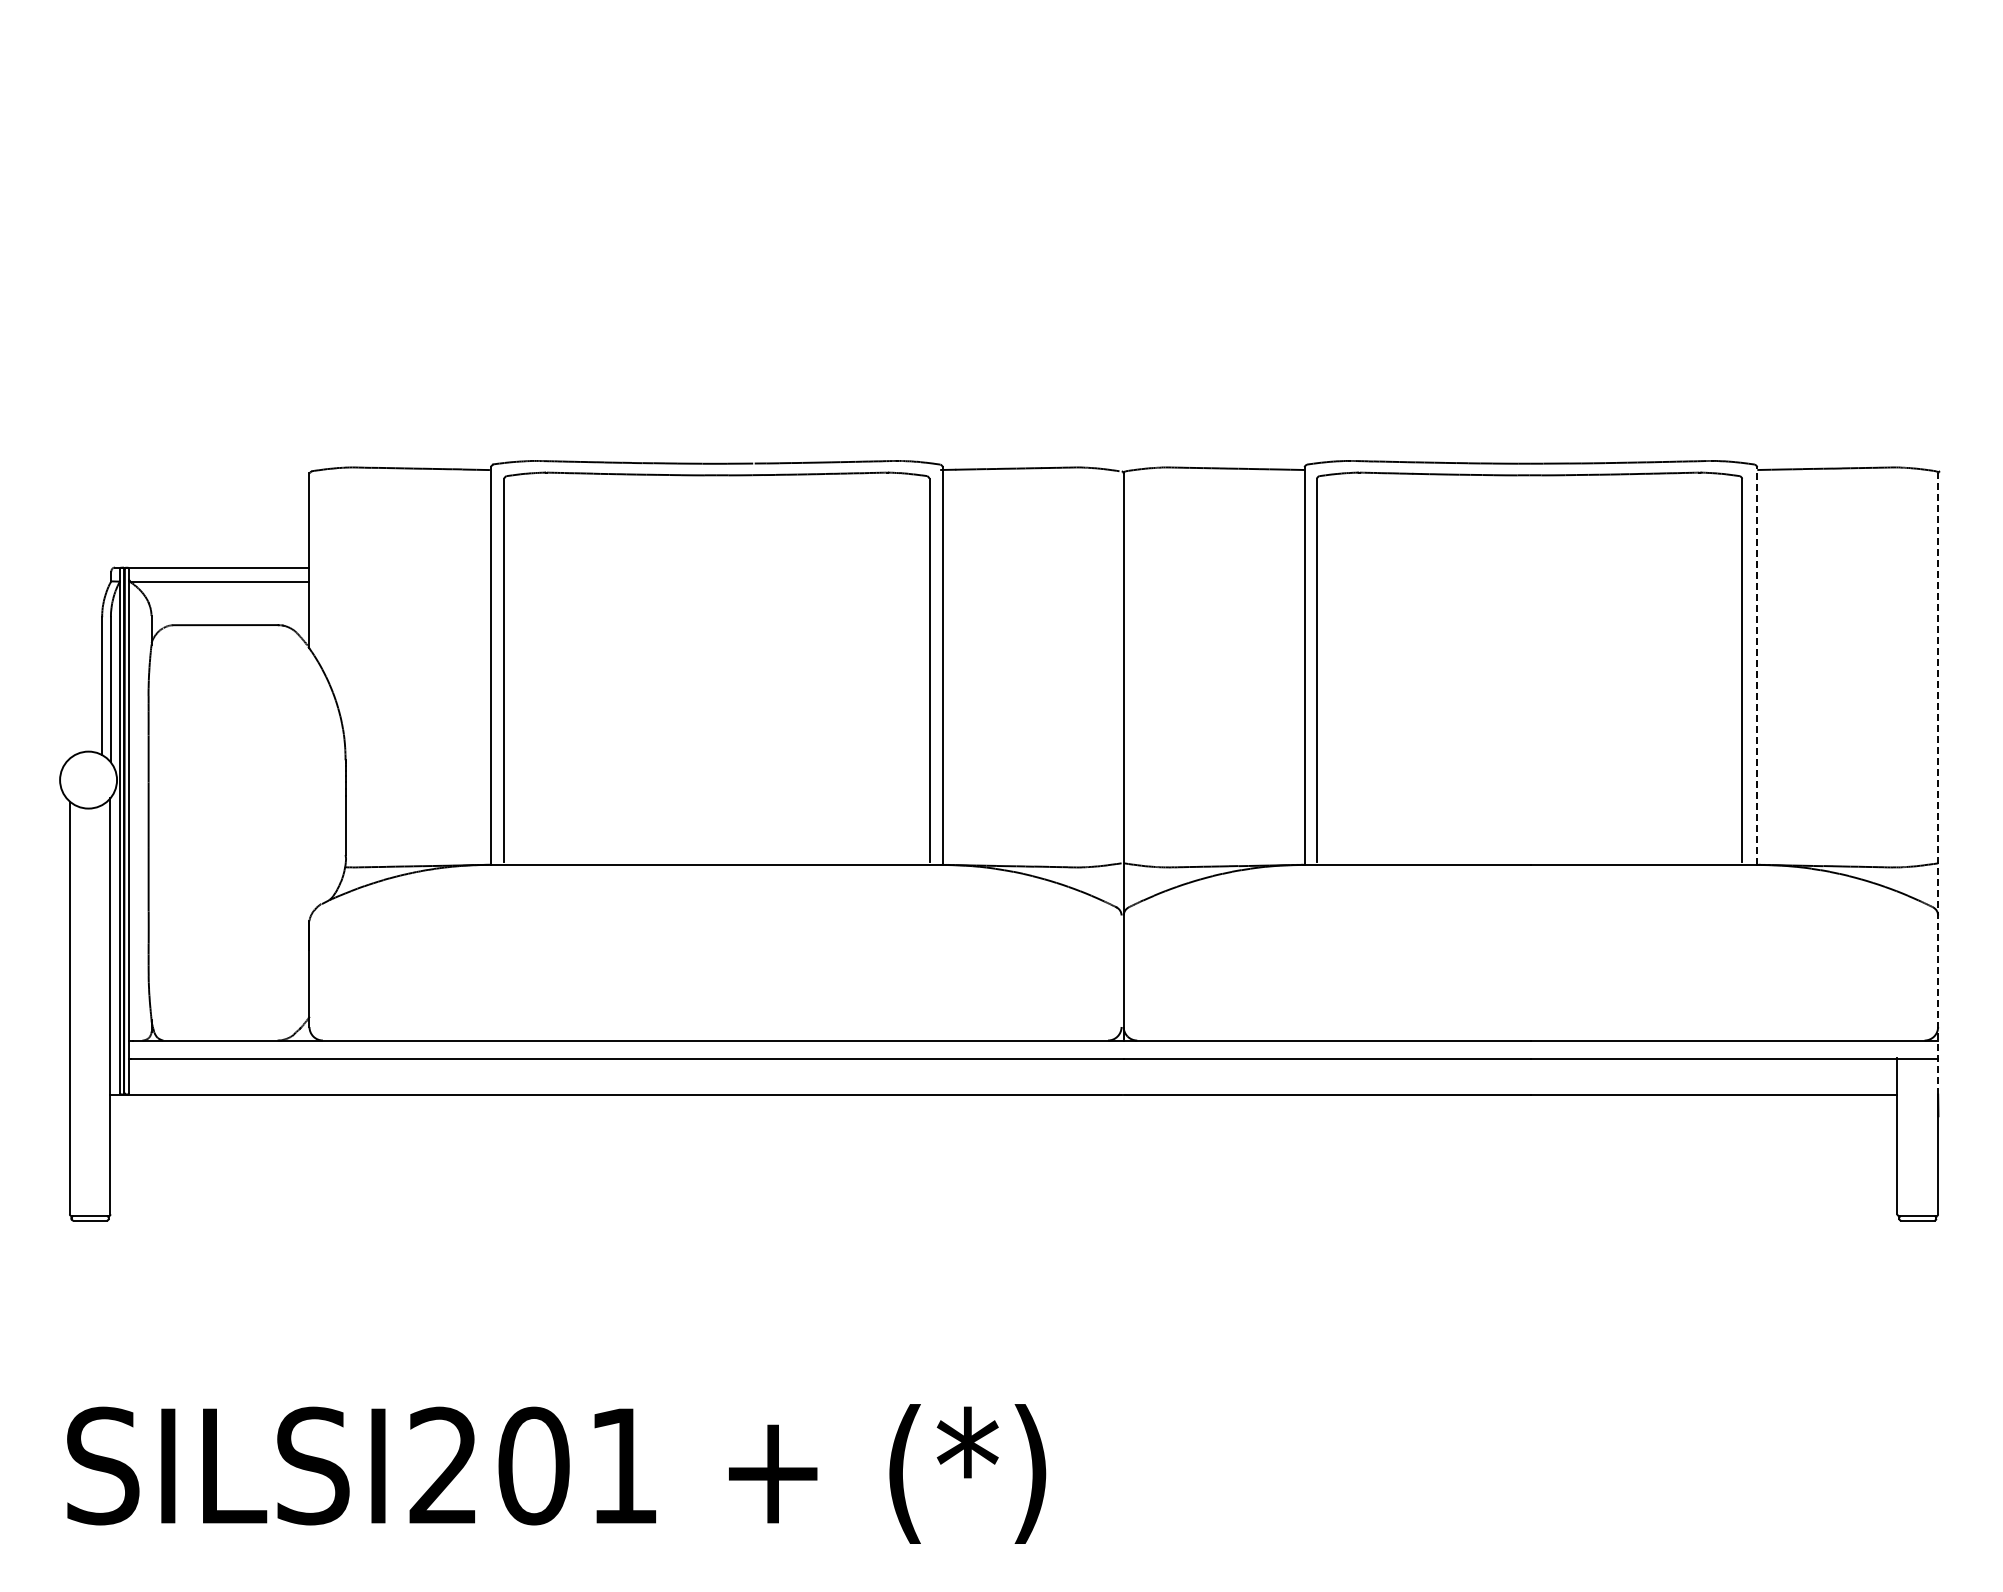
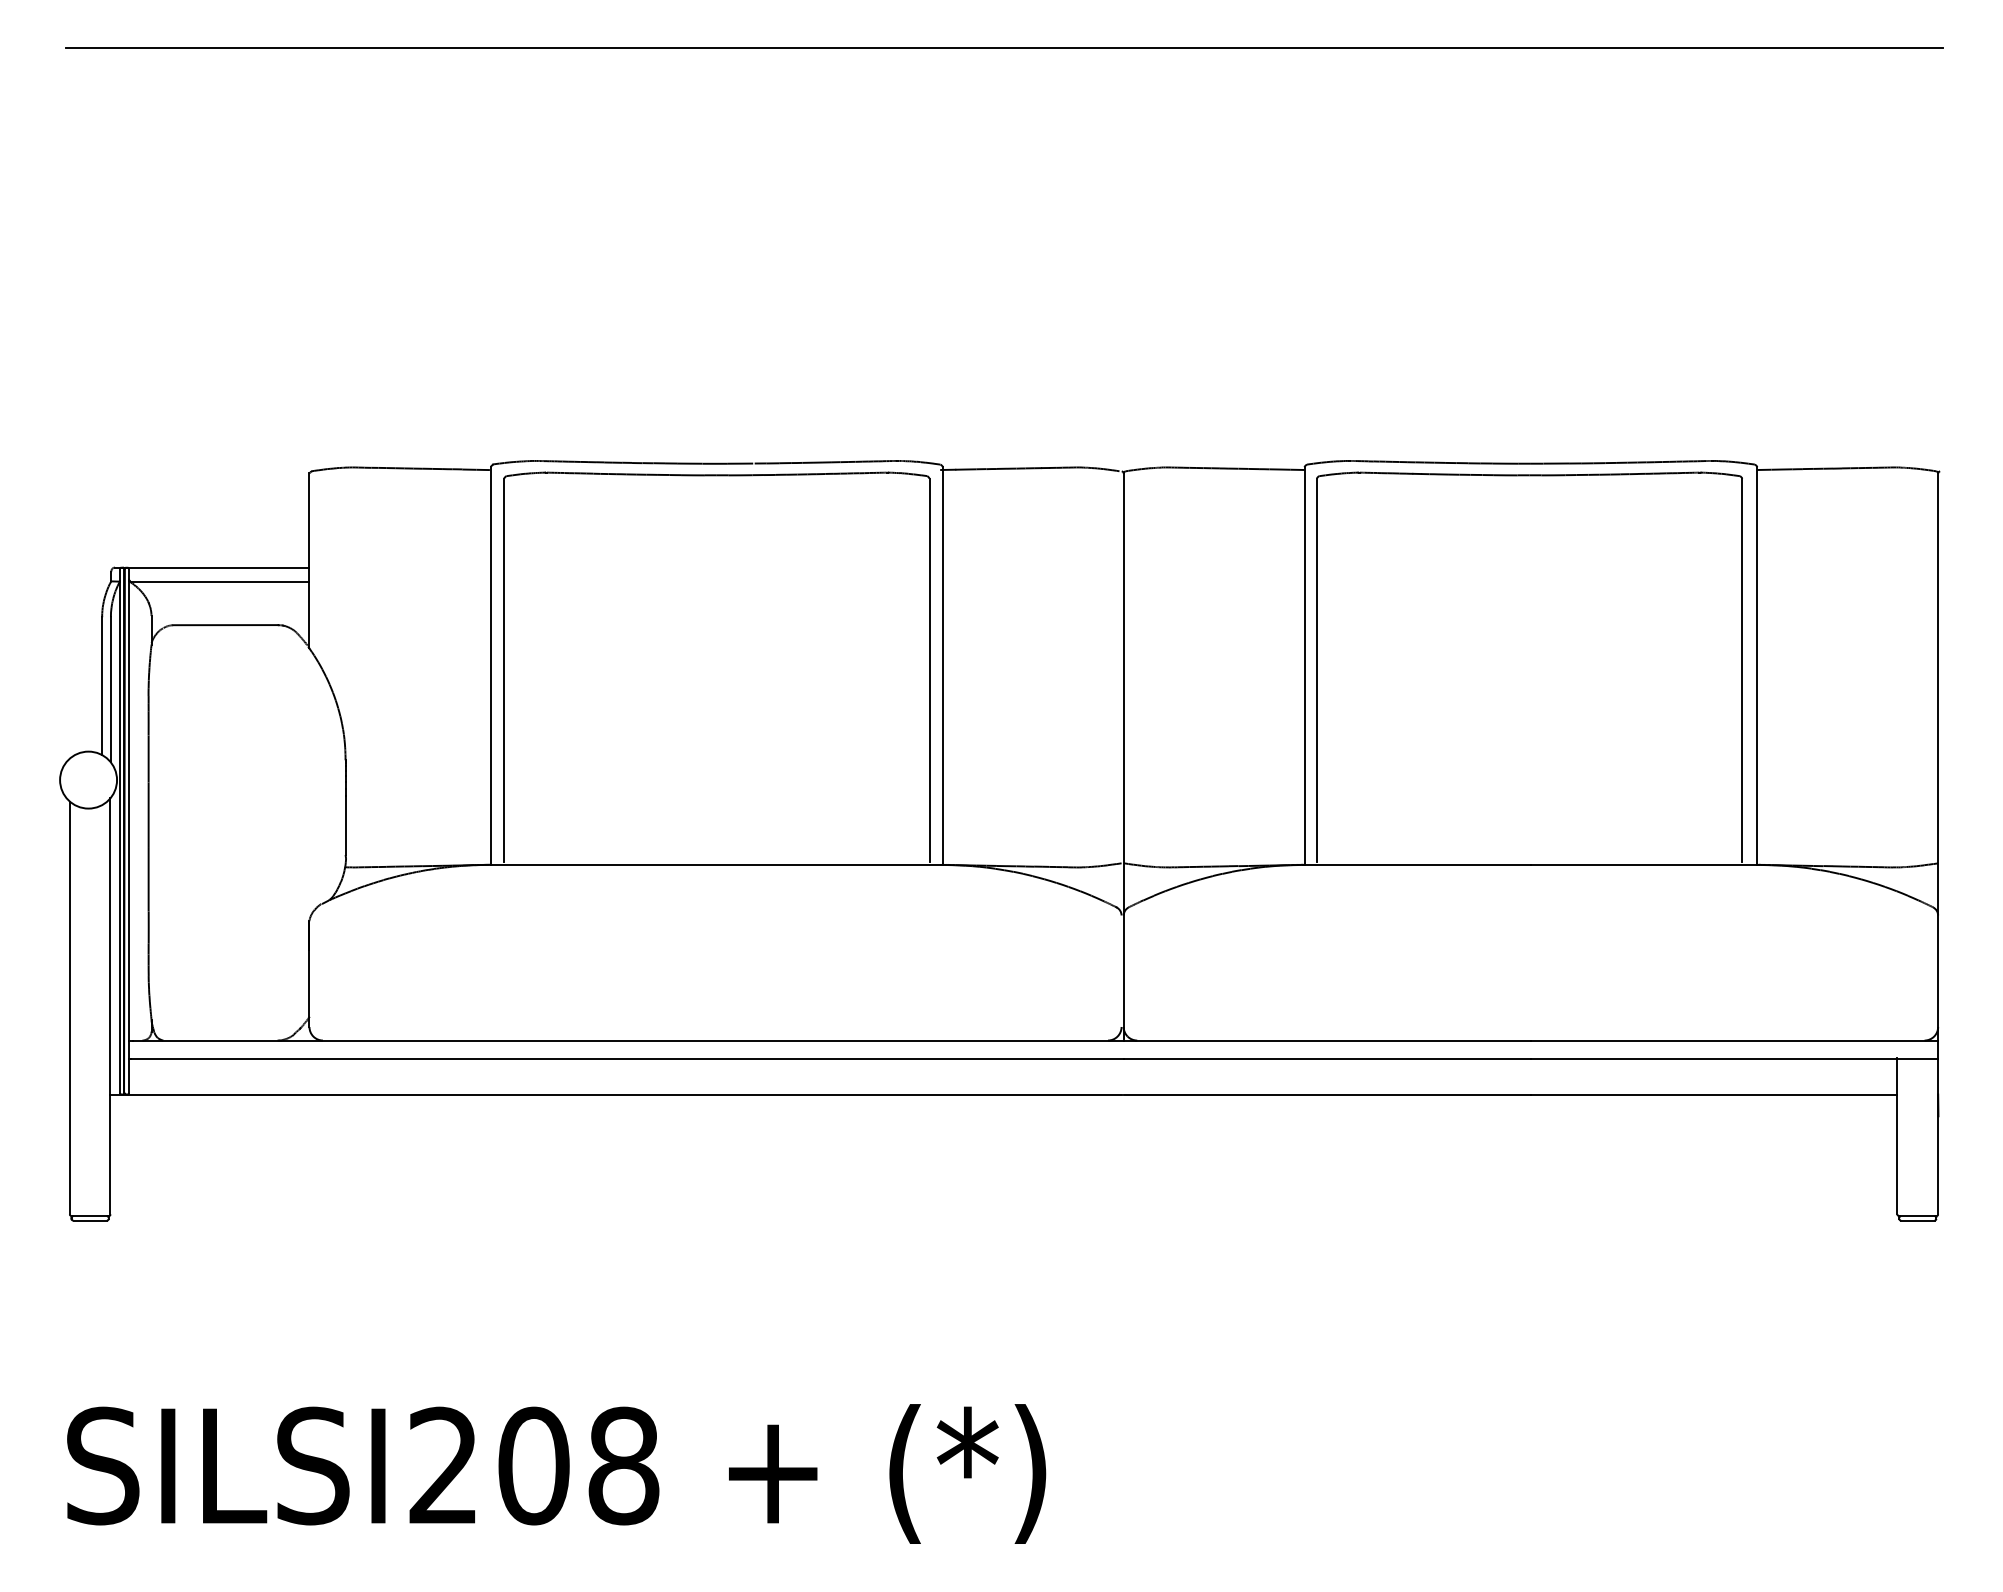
line at (1003, 47): none -> present
line at (1757, 666): dashed -> solid
line at (1938, 783): dashed -> solid
text at (623, 1465): SILSI201 -> SILSI208
